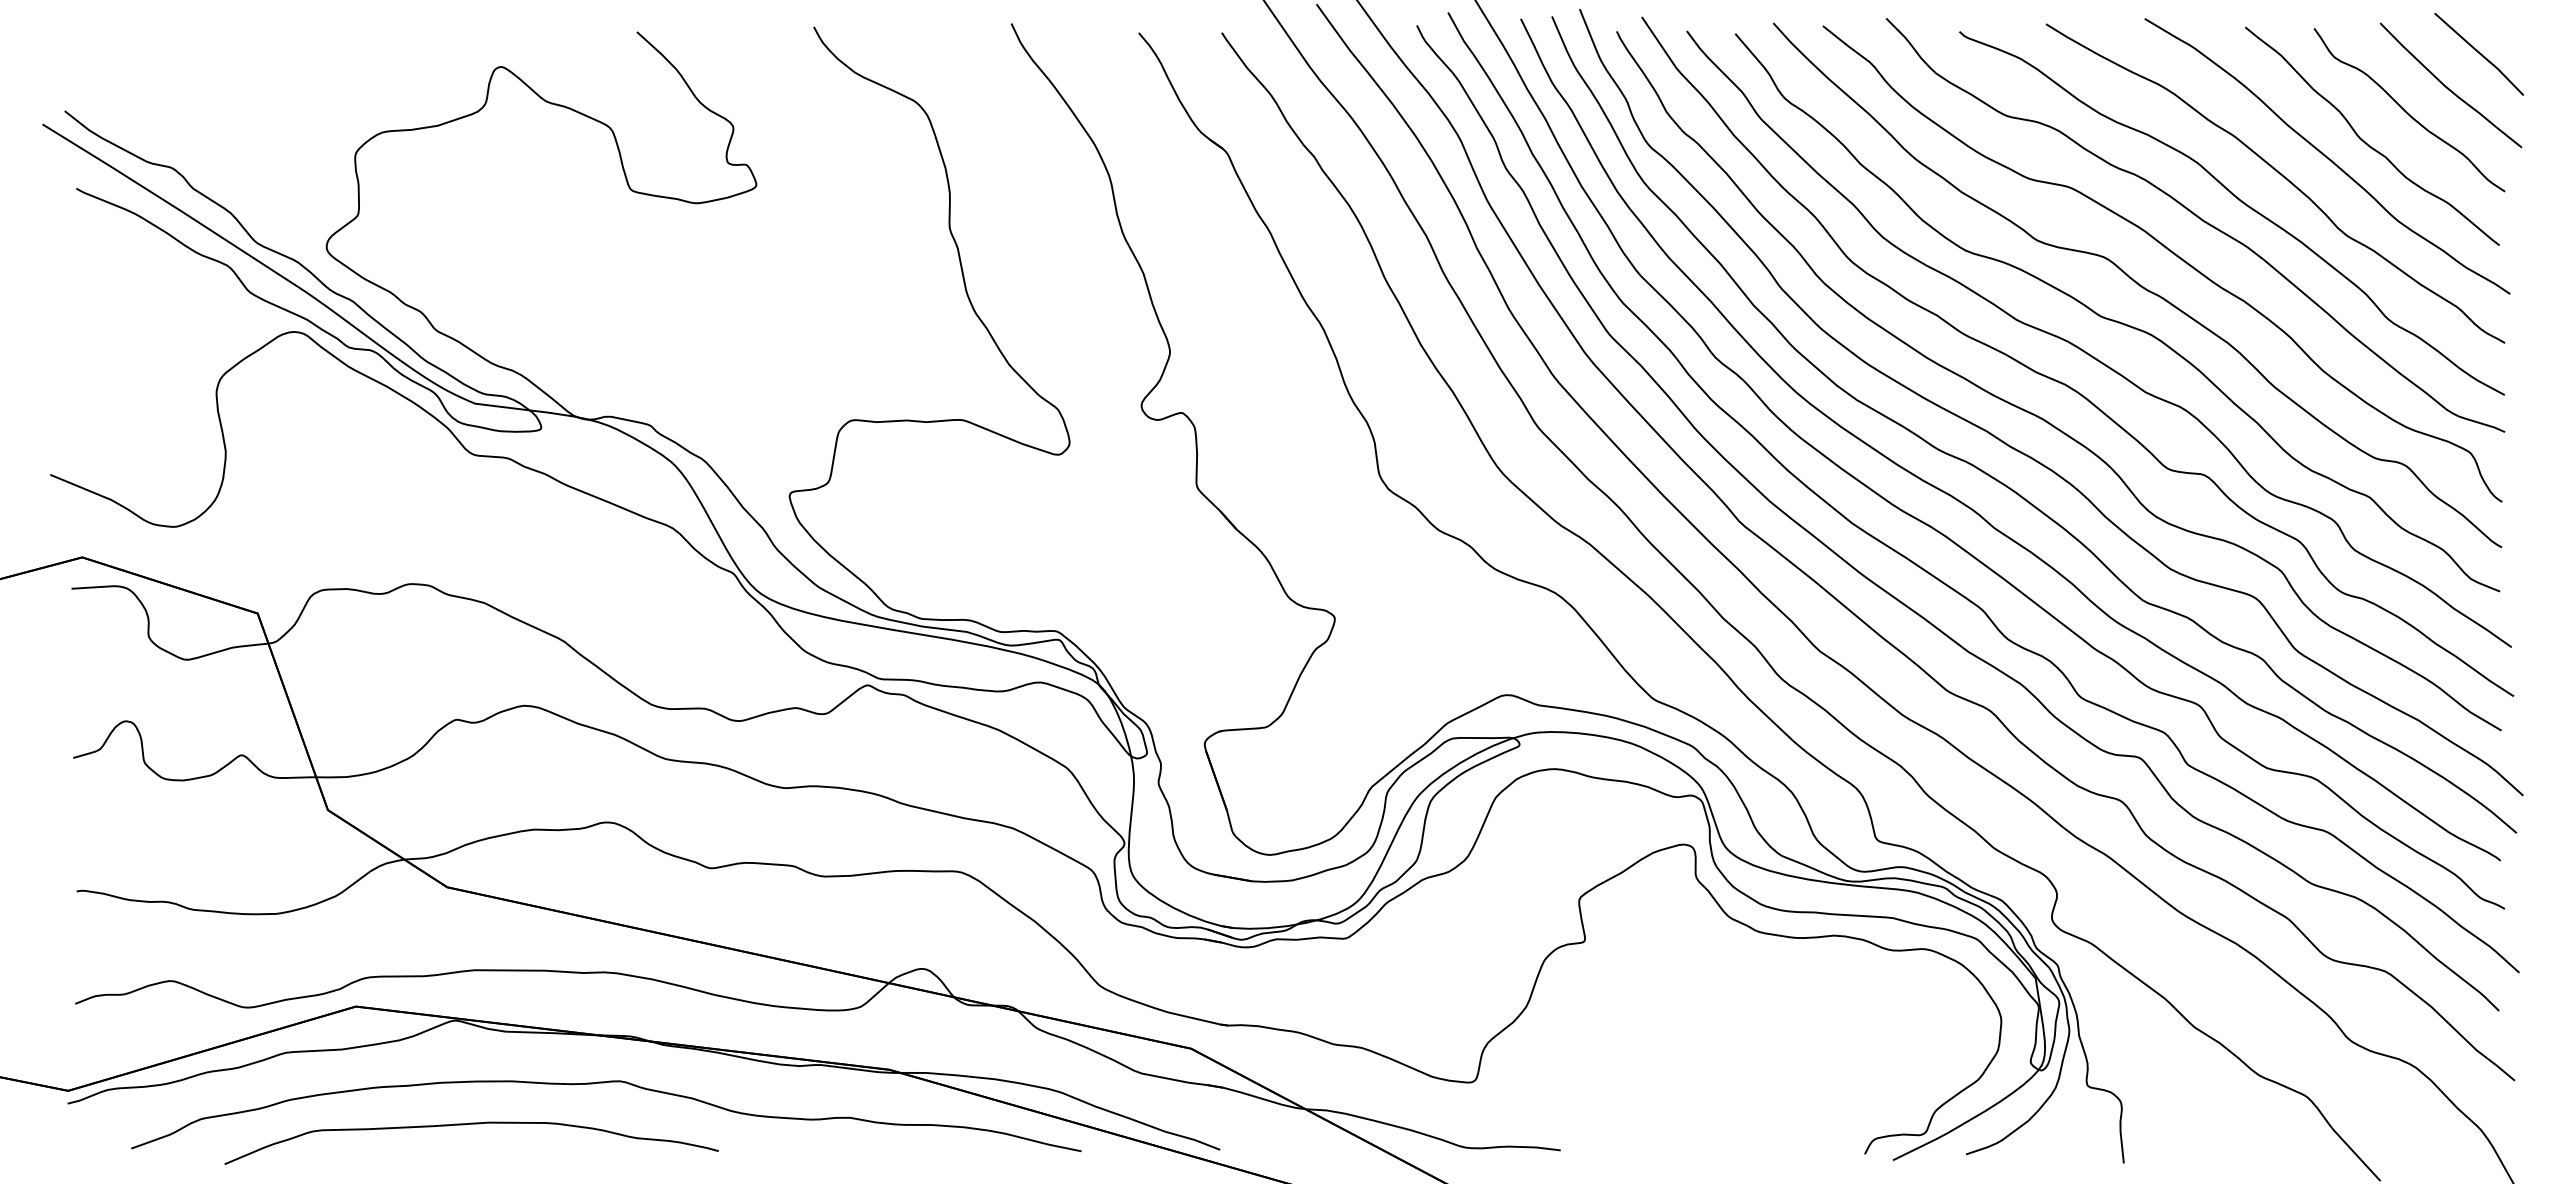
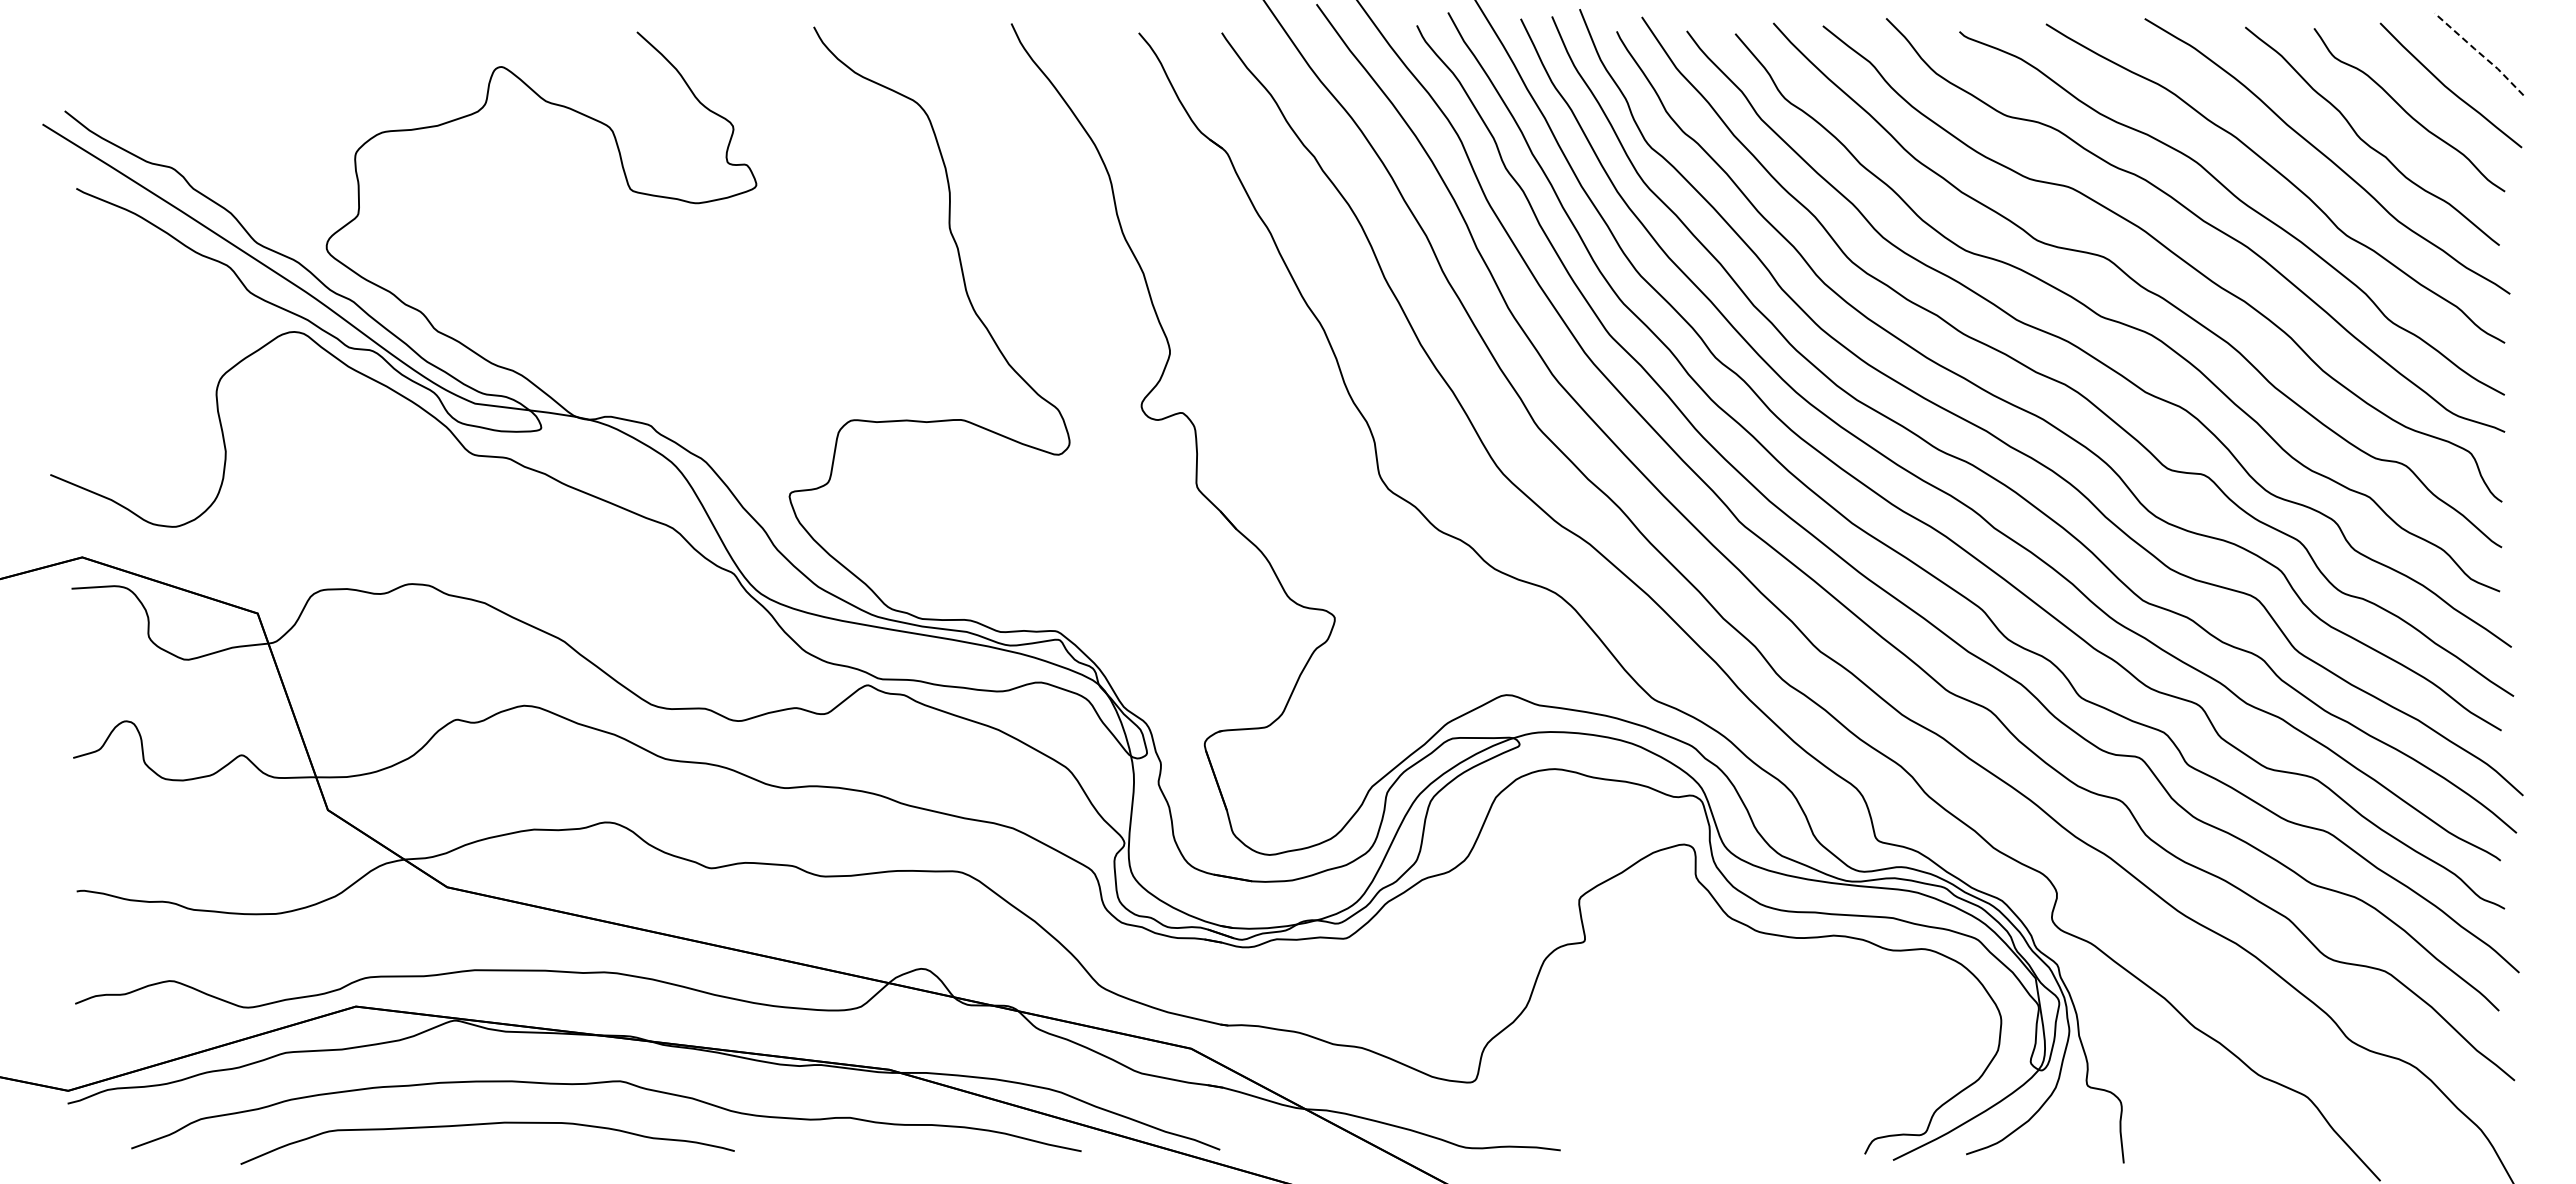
line at (2479, 53): solid -> dashed
curve at (471, 1124) position: (471, 1124) -> (487, 1124)
